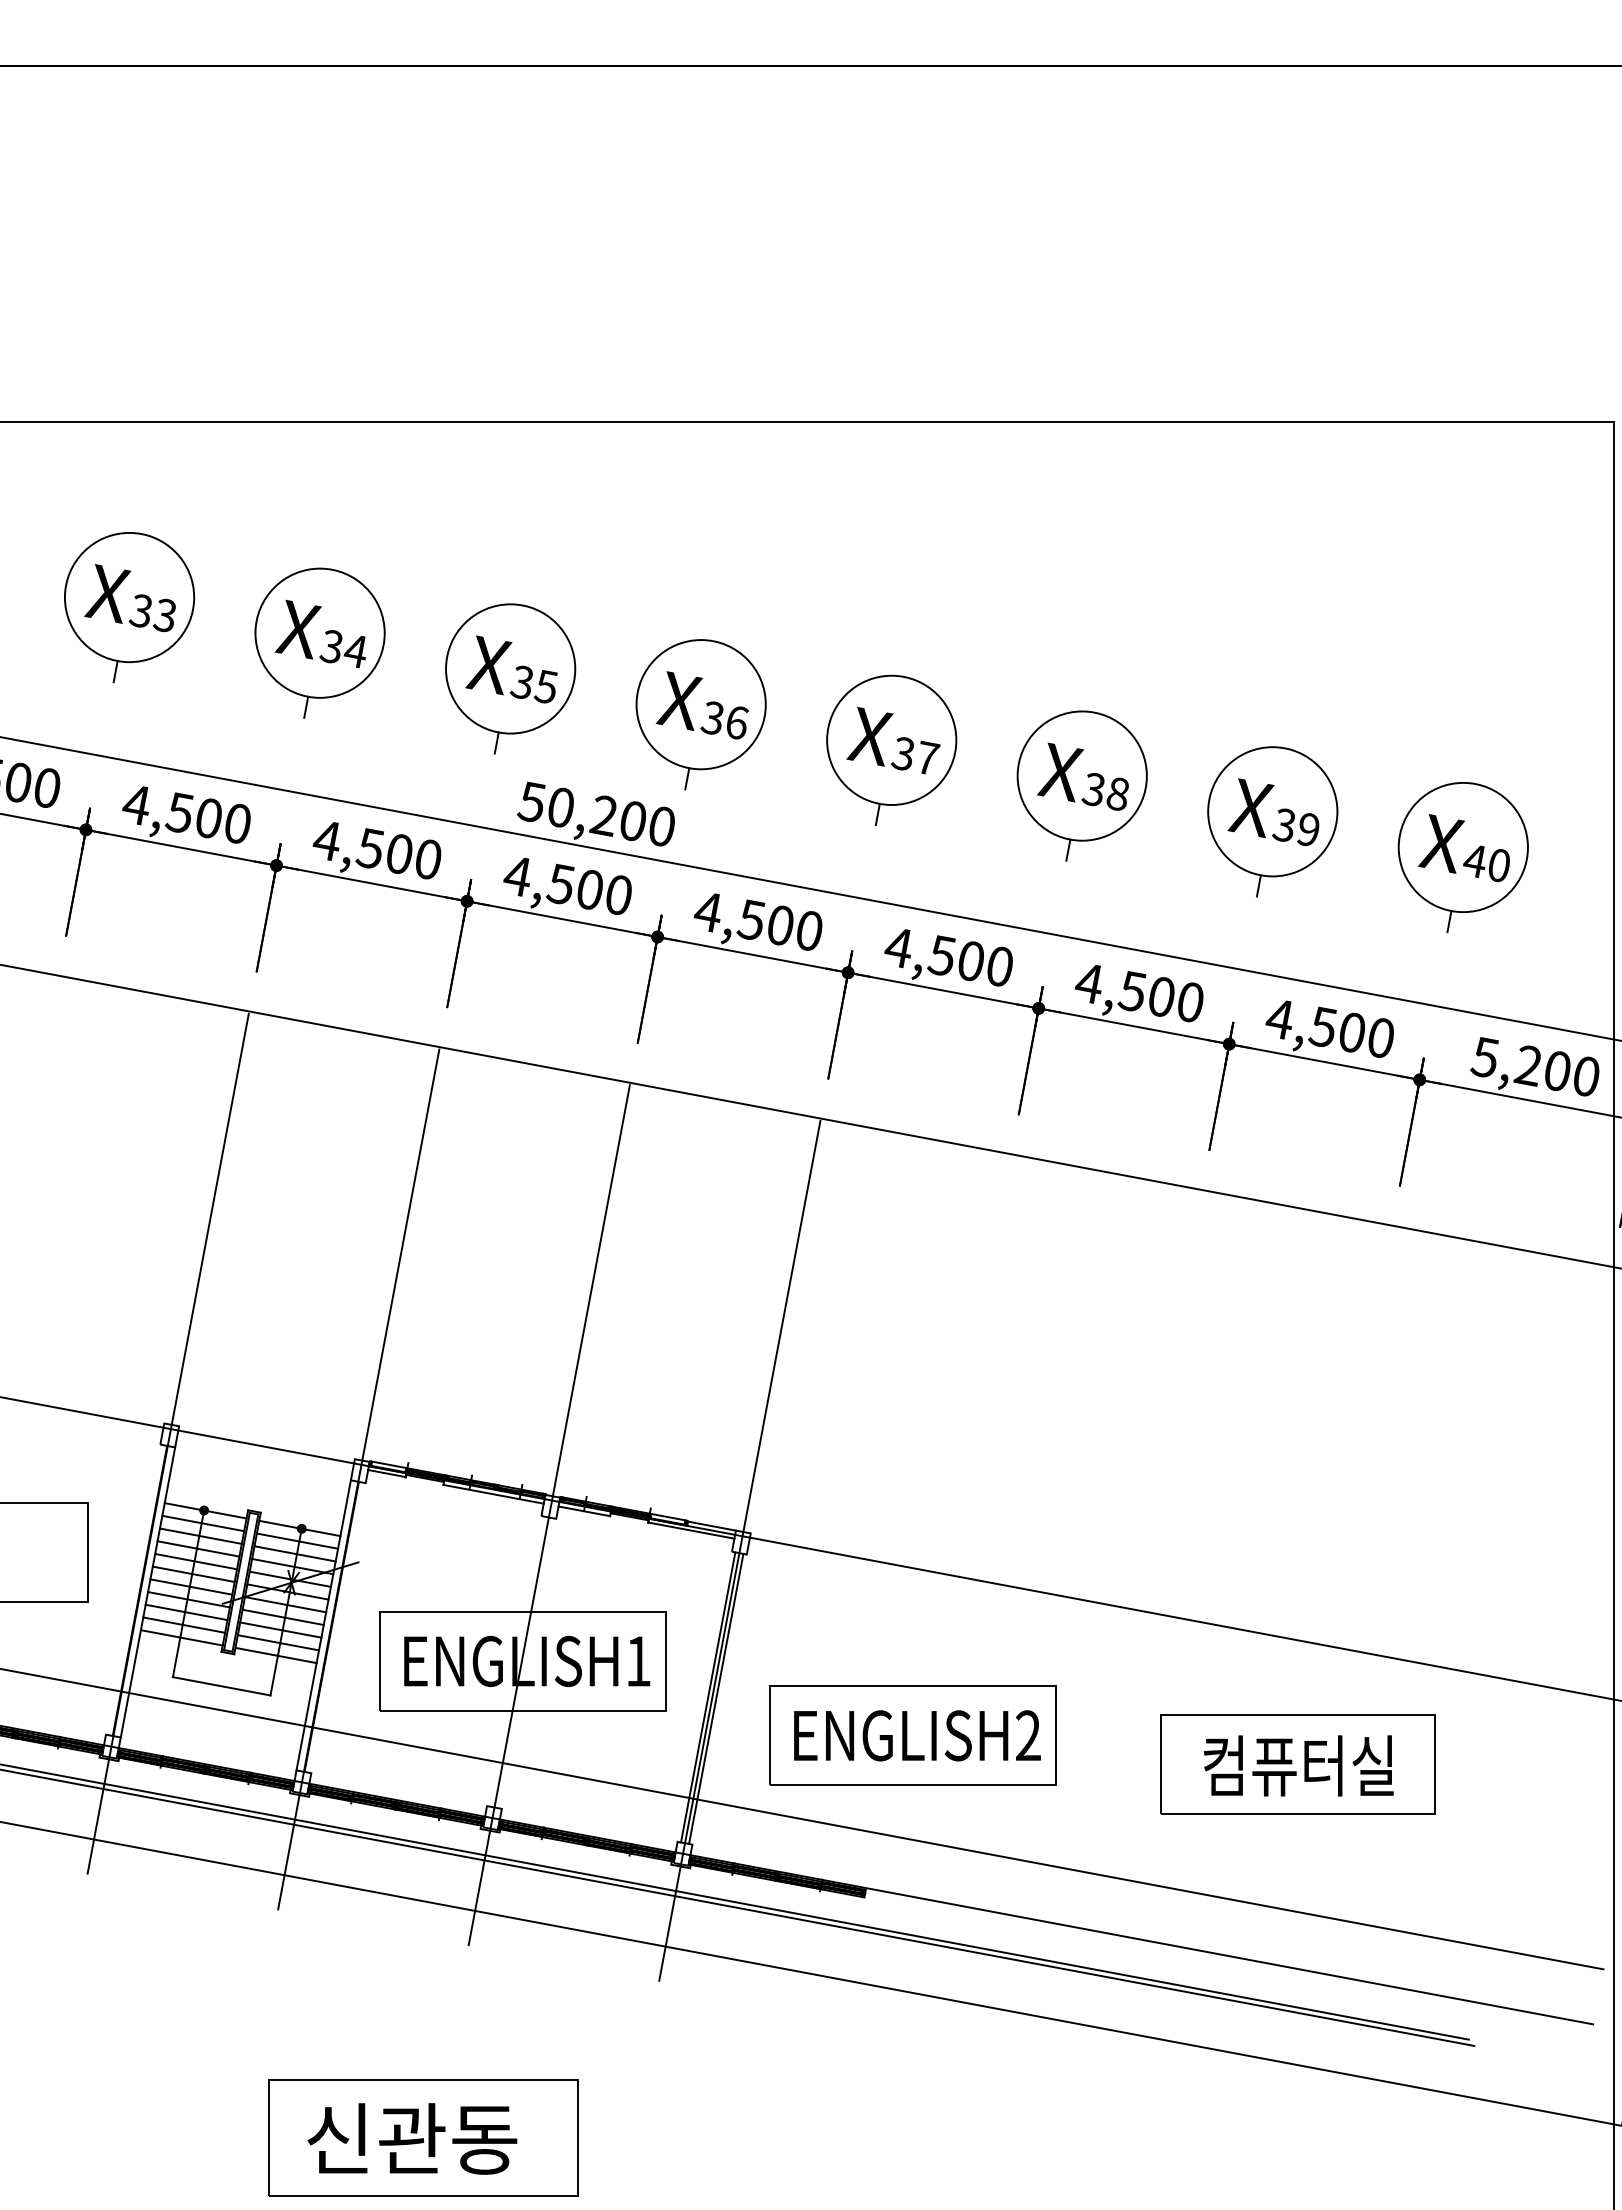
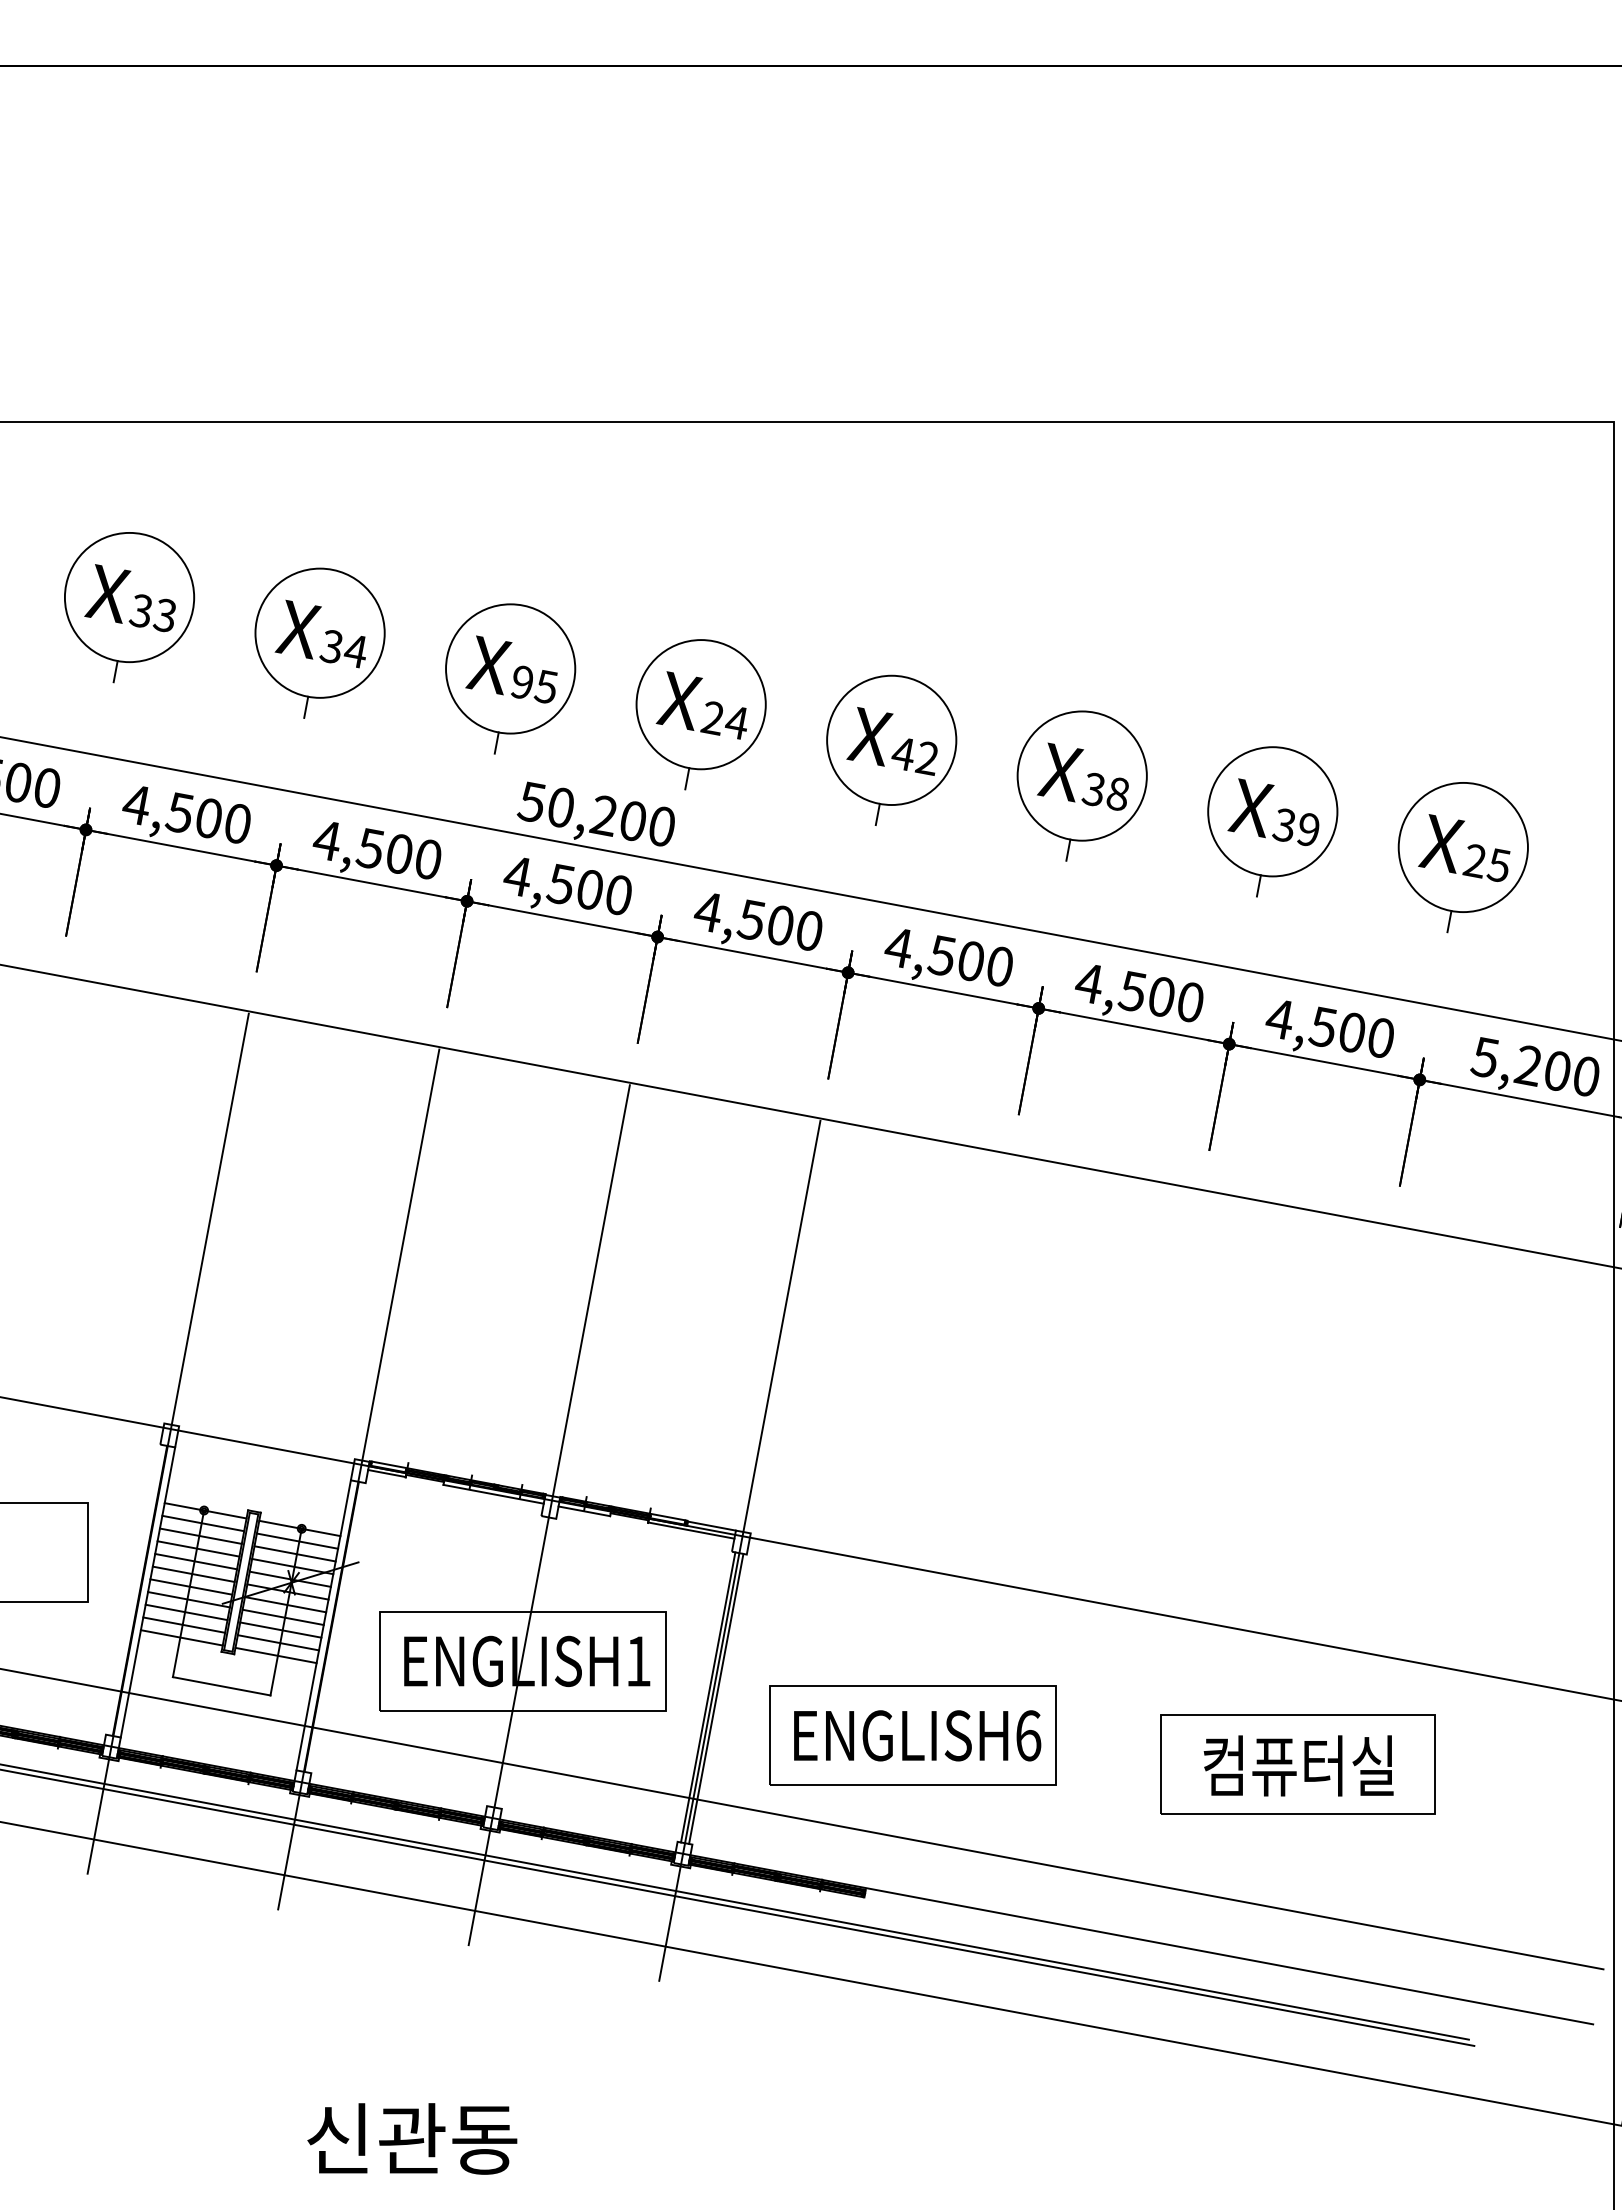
text at (520, 681): 35 -> 95
text at (724, 720): 36 -> 24
text at (915, 756): 37 -> 42
text at (1486, 863): 40 -> 25
text at (1028, 1735): ENGLISH2 -> ENGLISH6
part at (423, 2137): present -> none
